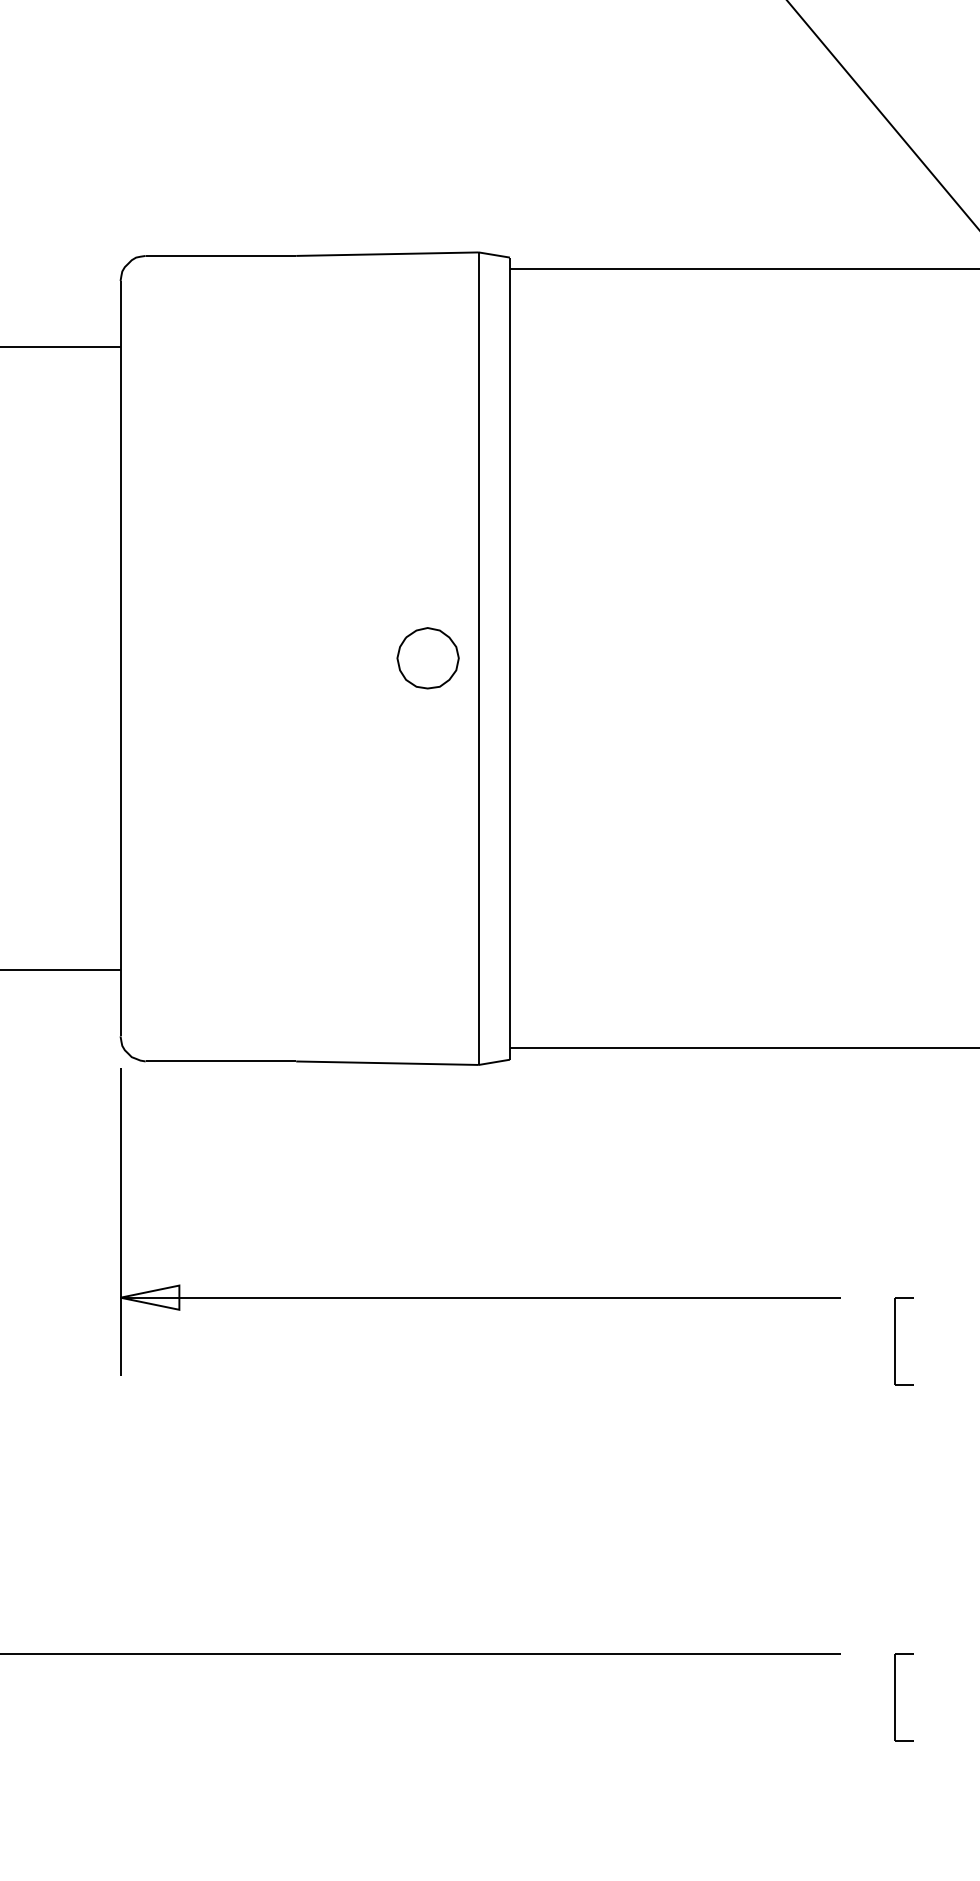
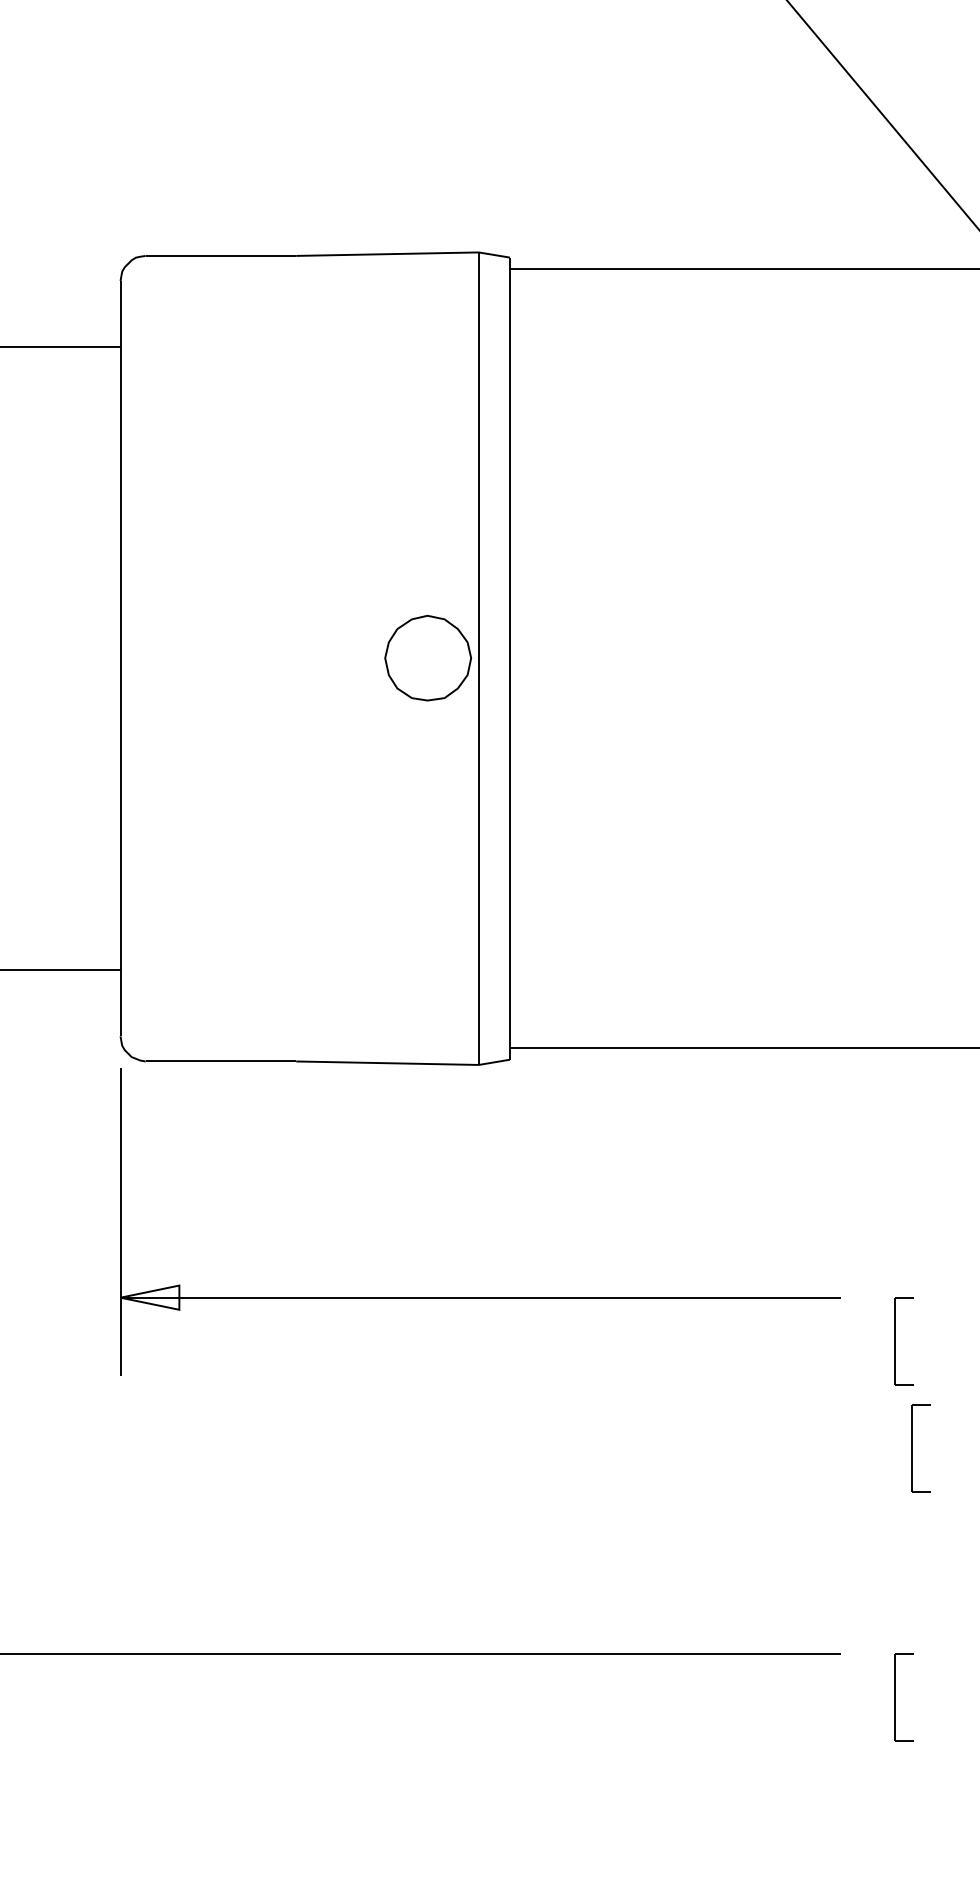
part at (427, 658) size: 64x63 px -> 88x88 px
part at (912, 1448): none -> present
